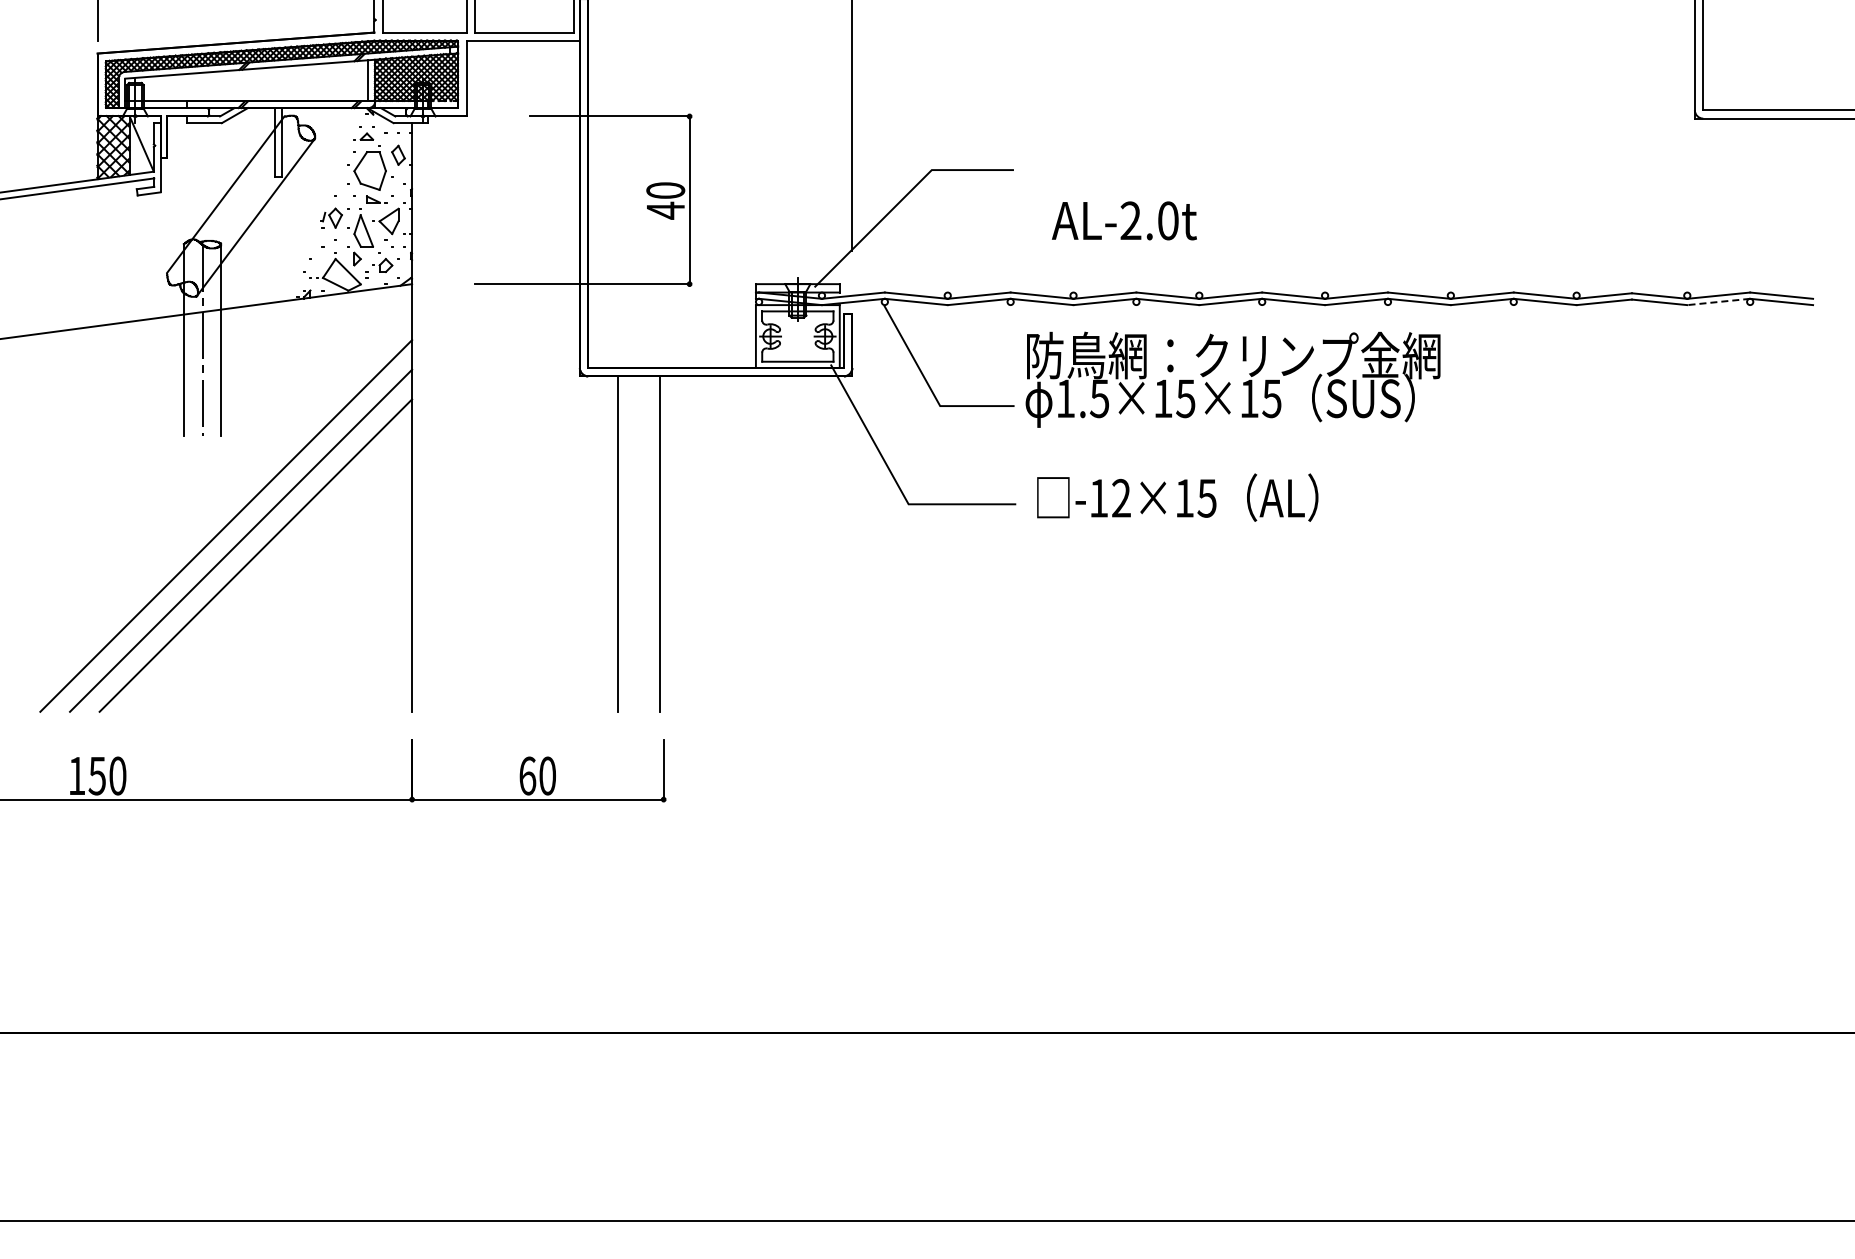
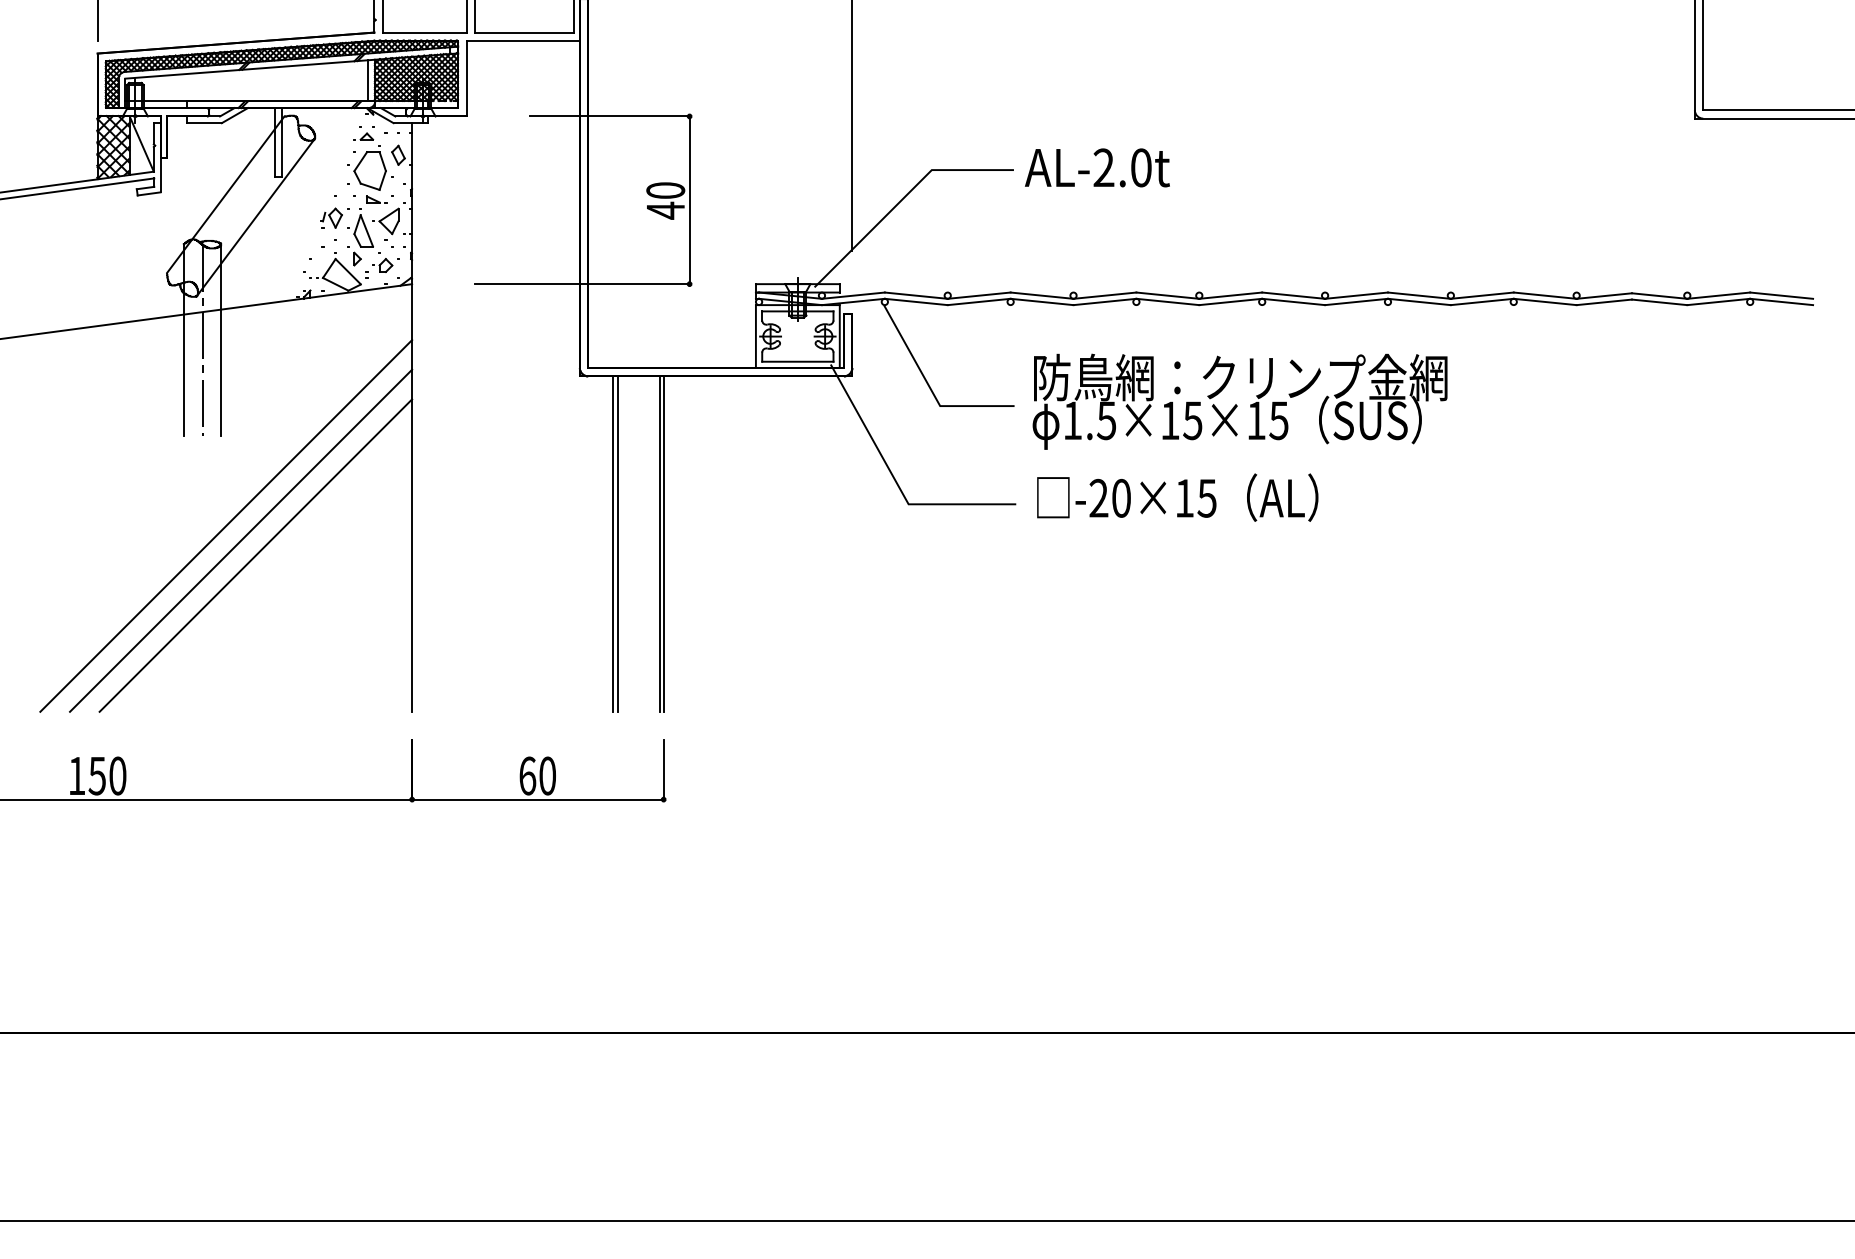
text at (1124, 220) position: (1124, 220) -> (1097, 167)
line at (1718, 301): dashed -> solid
text at (1232, 379) position: (1232, 379) -> (1239, 401)
text at (1109, 497): -12×15 -> -20×15
line at (613, 543): none -> present
line at (663, 543): none -> present
